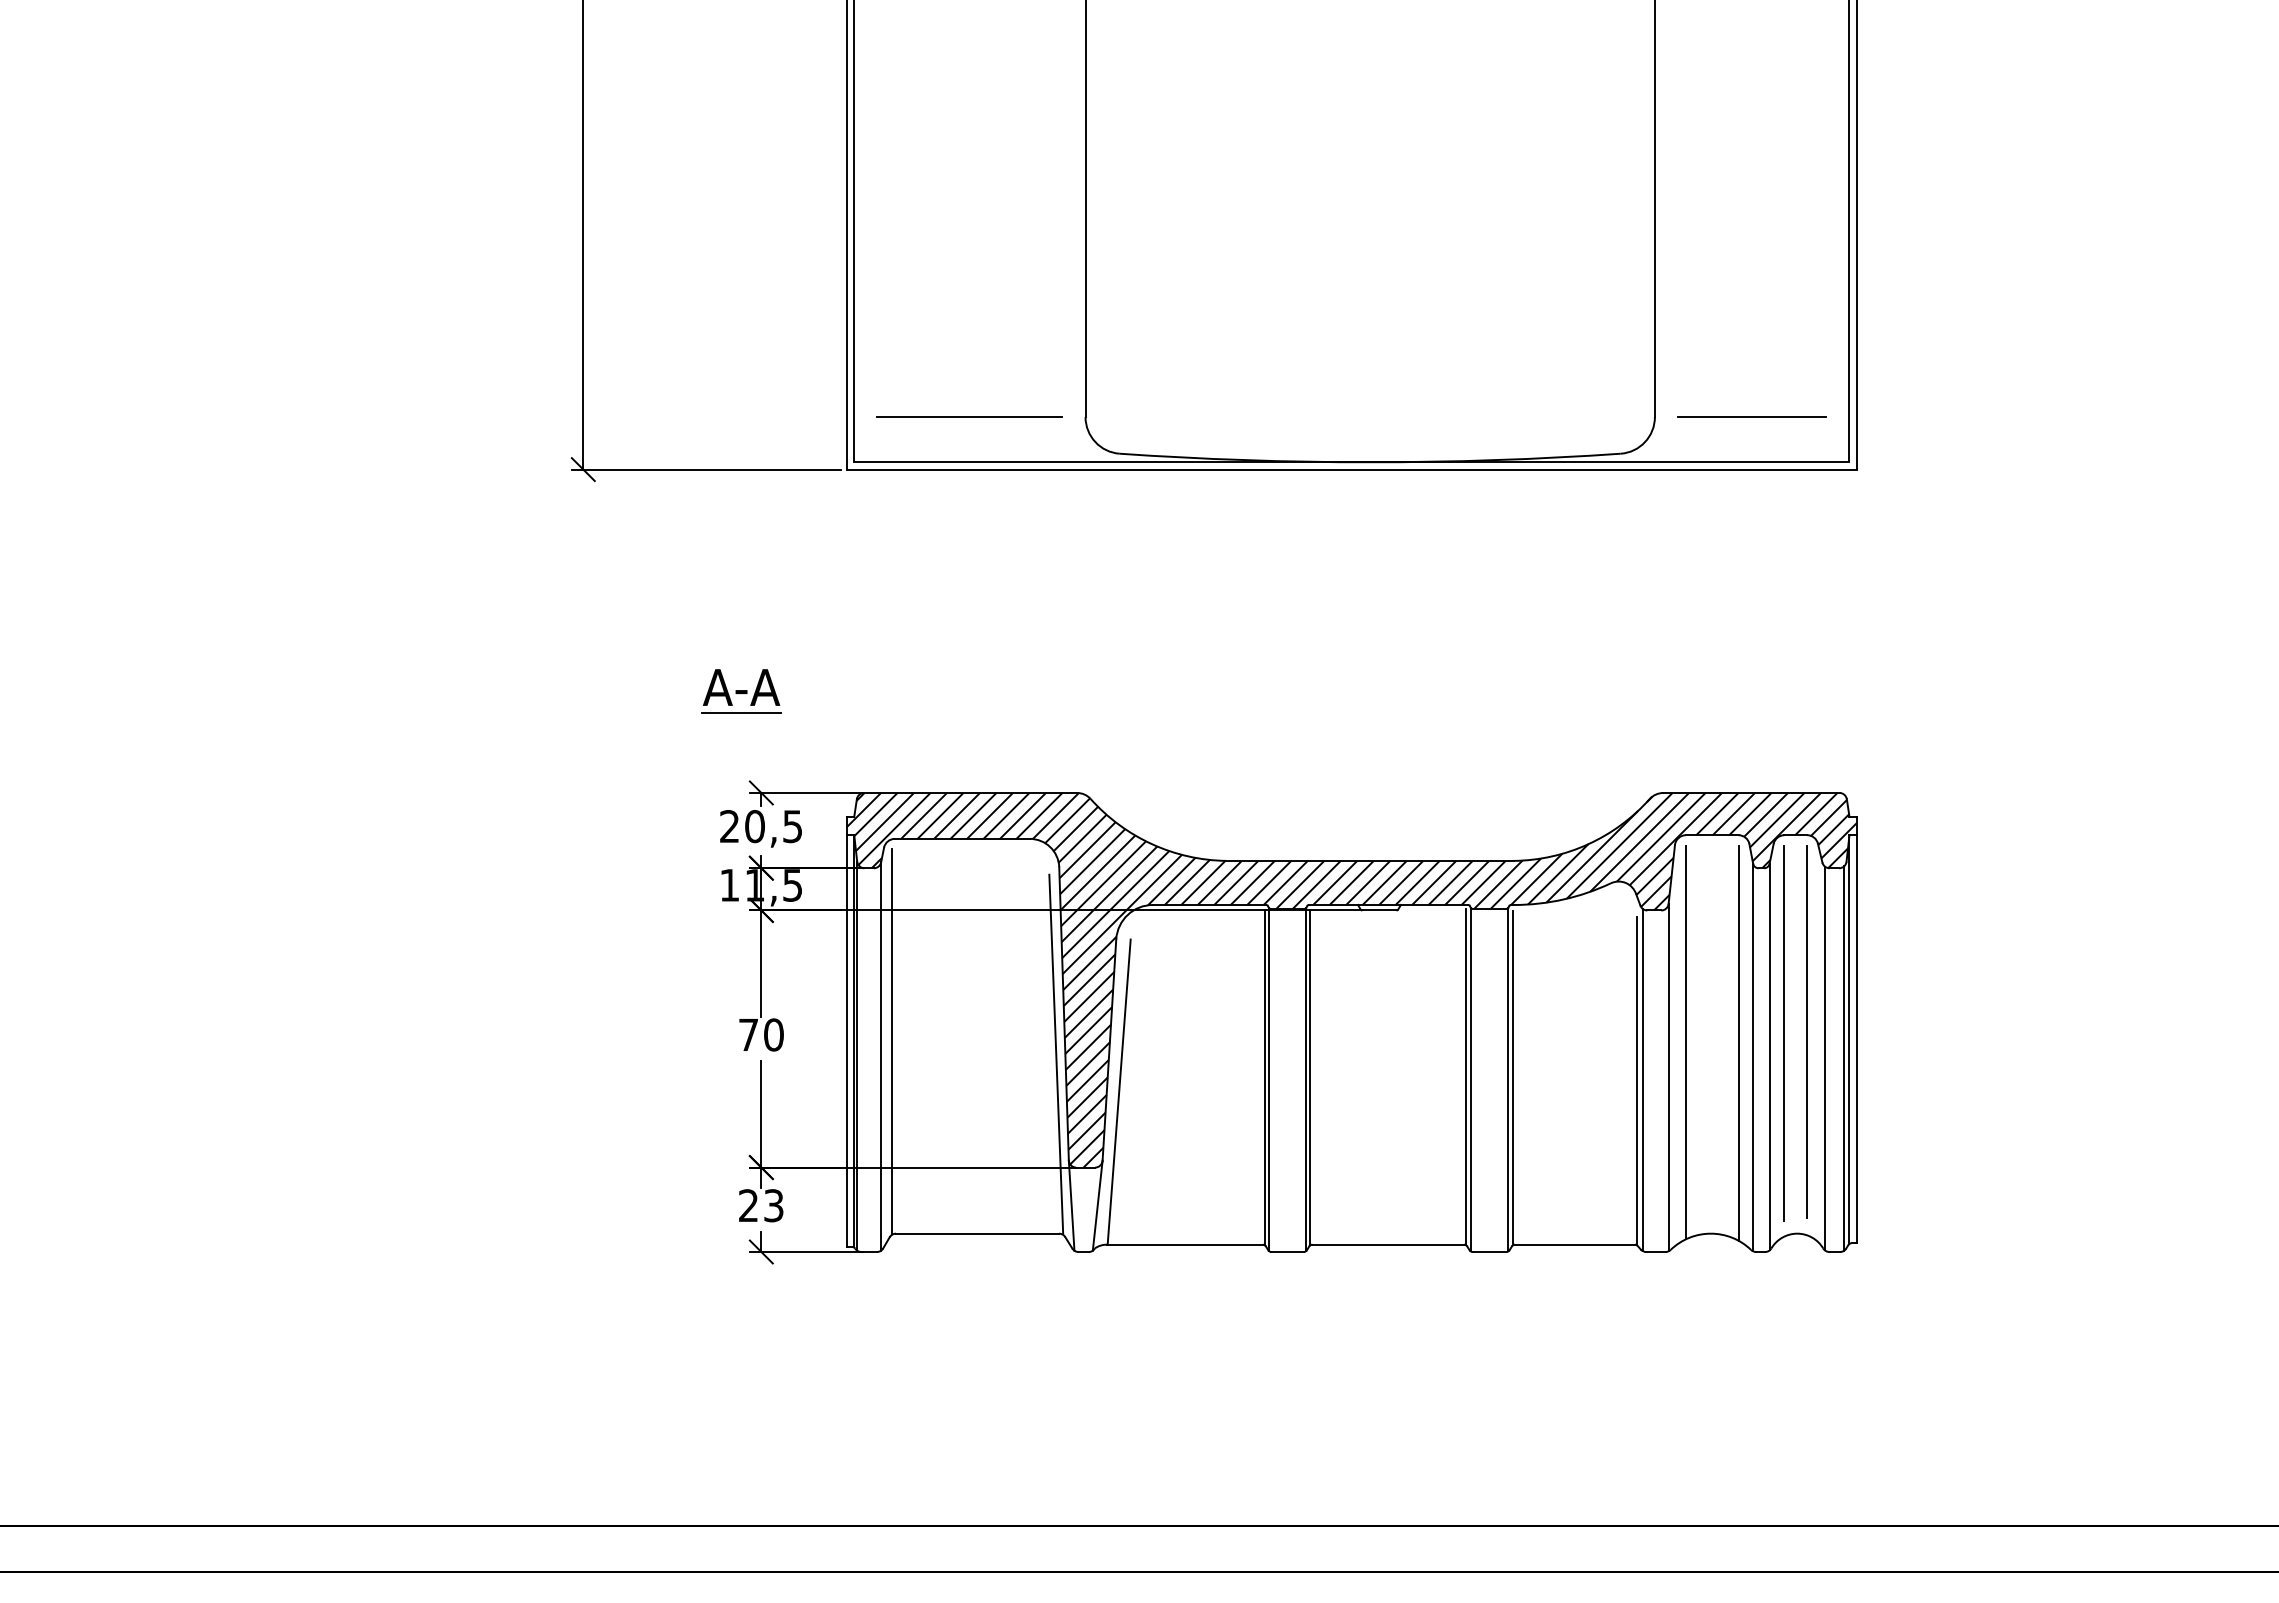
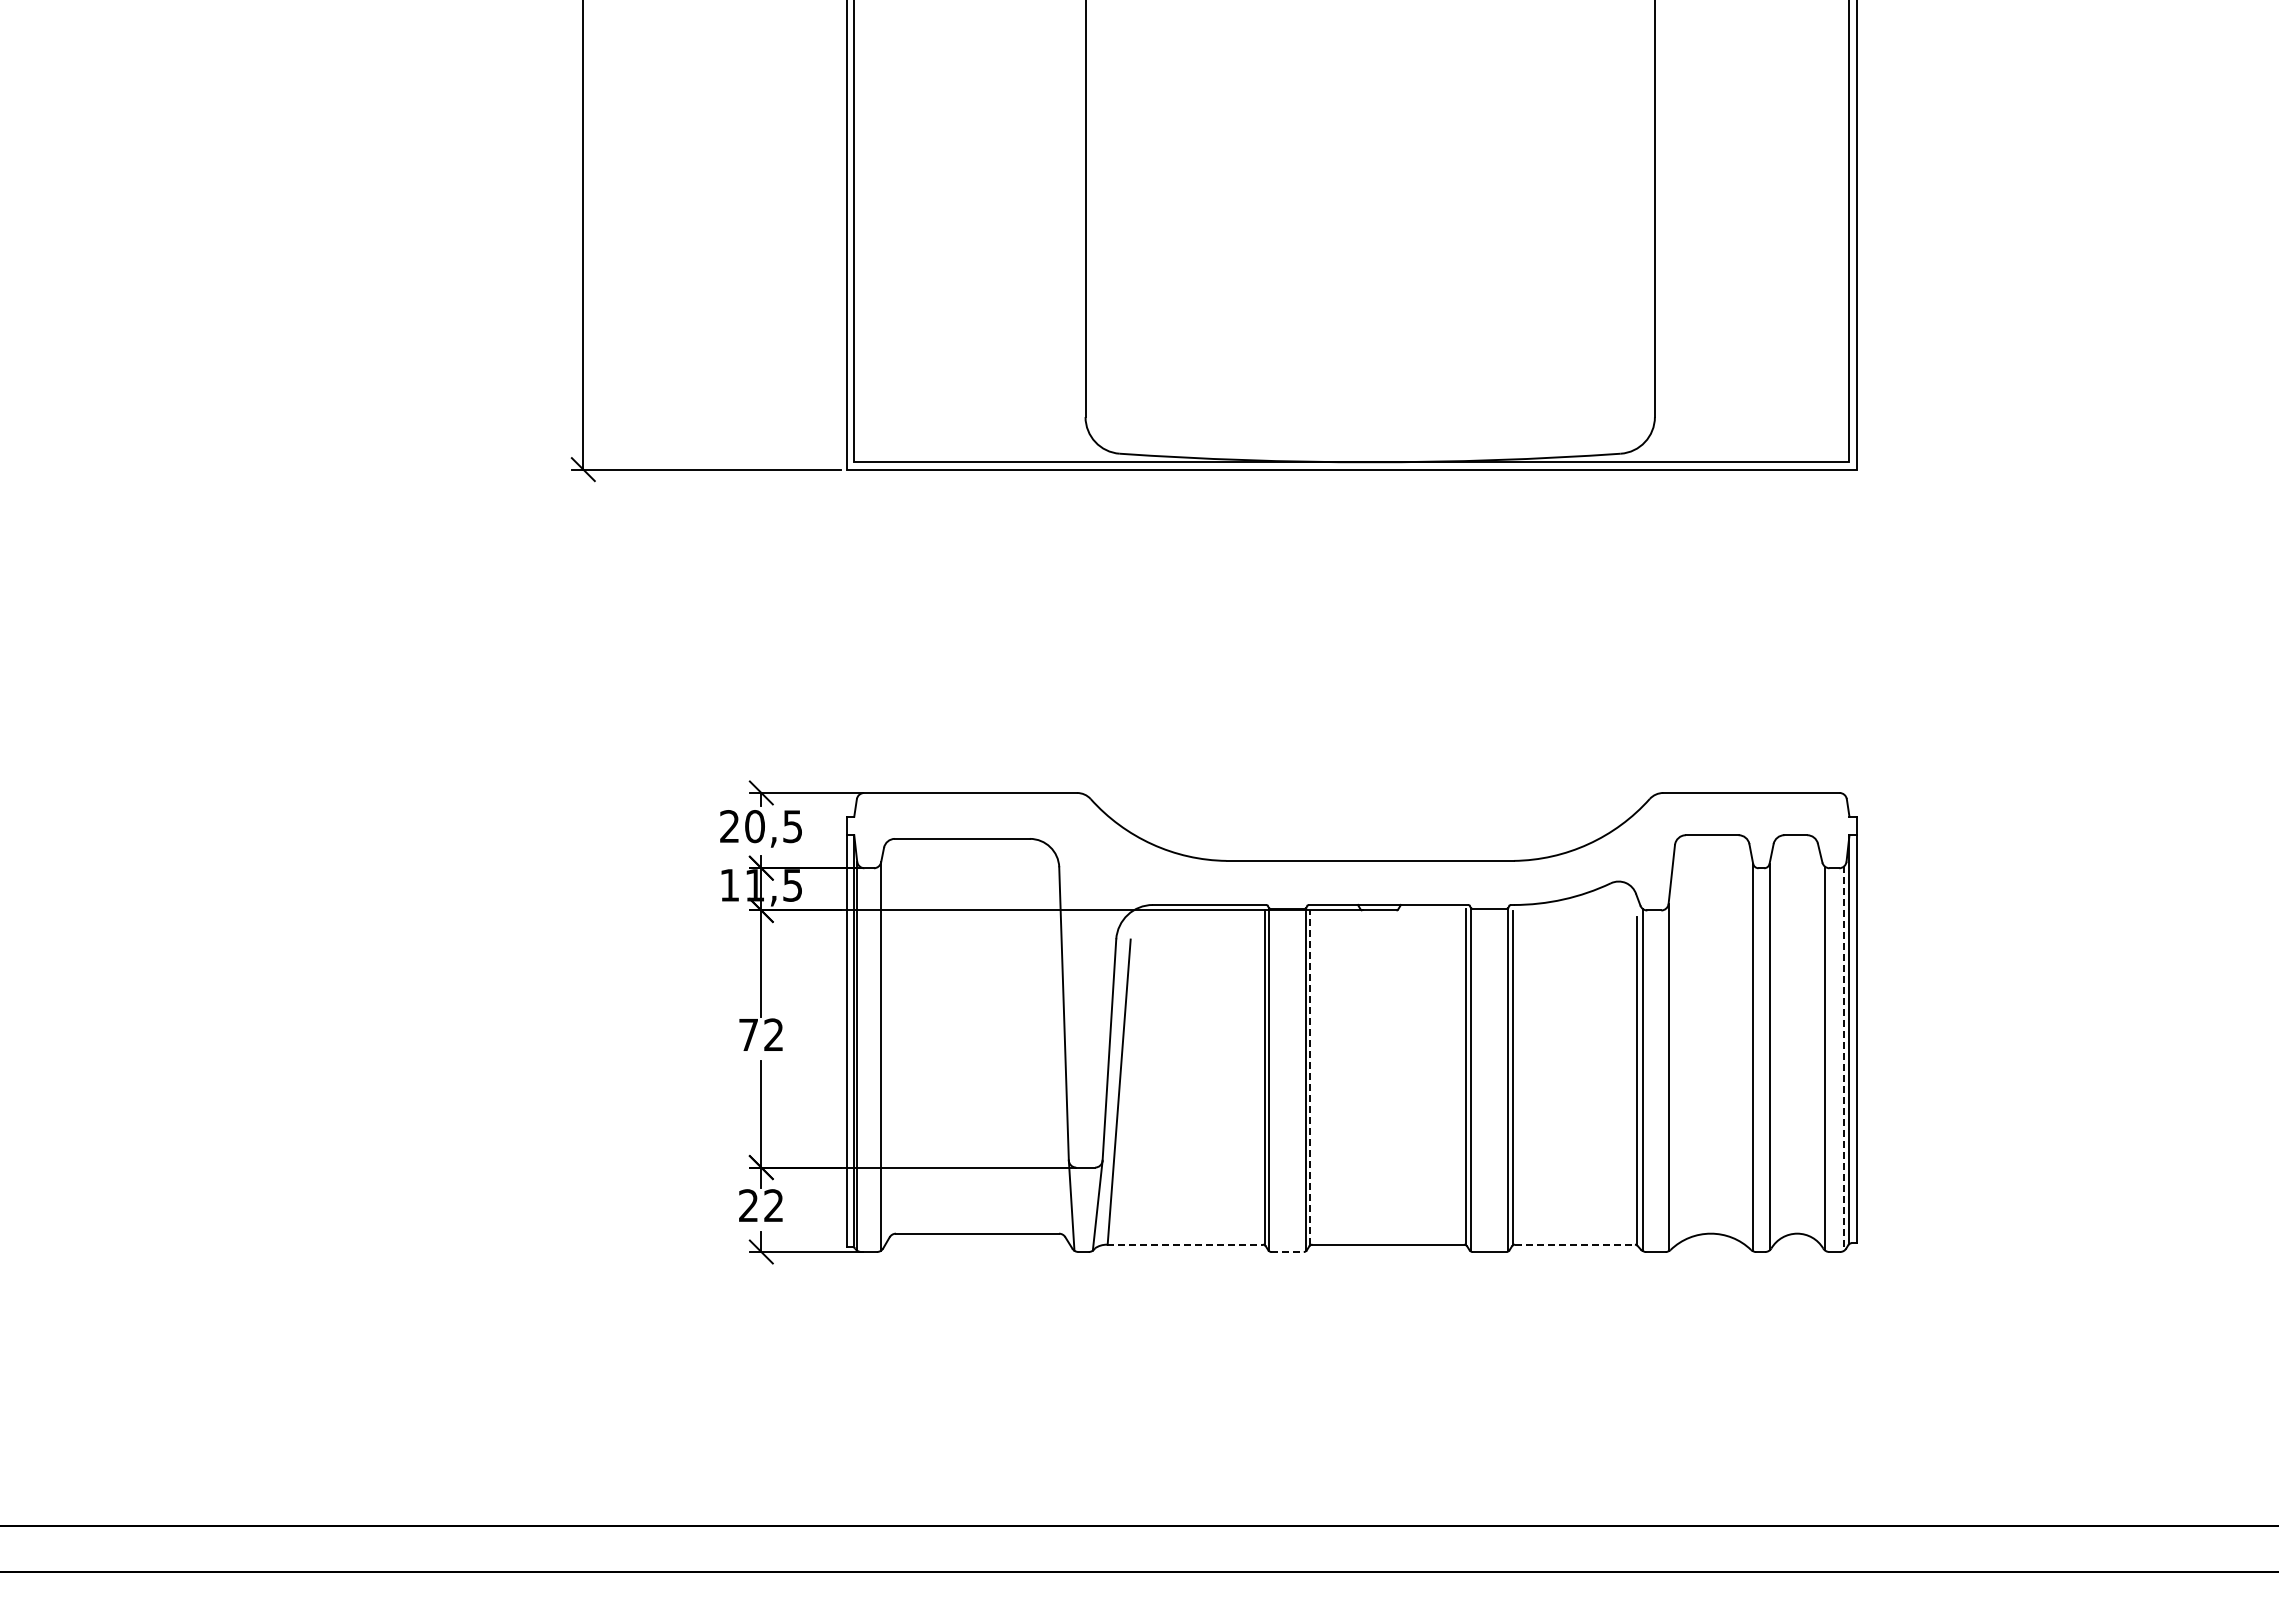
line at (969, 416): present -> none
line at (1751, 417): present -> none
part at (741, 691): present -> none
hatch at (1351, 979): present -> none
line at (1807, 1032): present -> none
line at (1783, 1033): present -> none
text at (773, 1034): 70 -> 72
line at (891, 1041): present -> none
line at (1685, 1042): present -> none
line at (1738, 1043): present -> none
line at (1056, 1053): present -> none
line at (1844, 1059): solid -> dashed
line at (1310, 1077): solid -> dashed
text at (773, 1205): 23 -> 22
line at (1184, 1244): solid -> dashed
line at (1574, 1244): solid -> dashed
line at (1288, 1252): solid -> dashed
